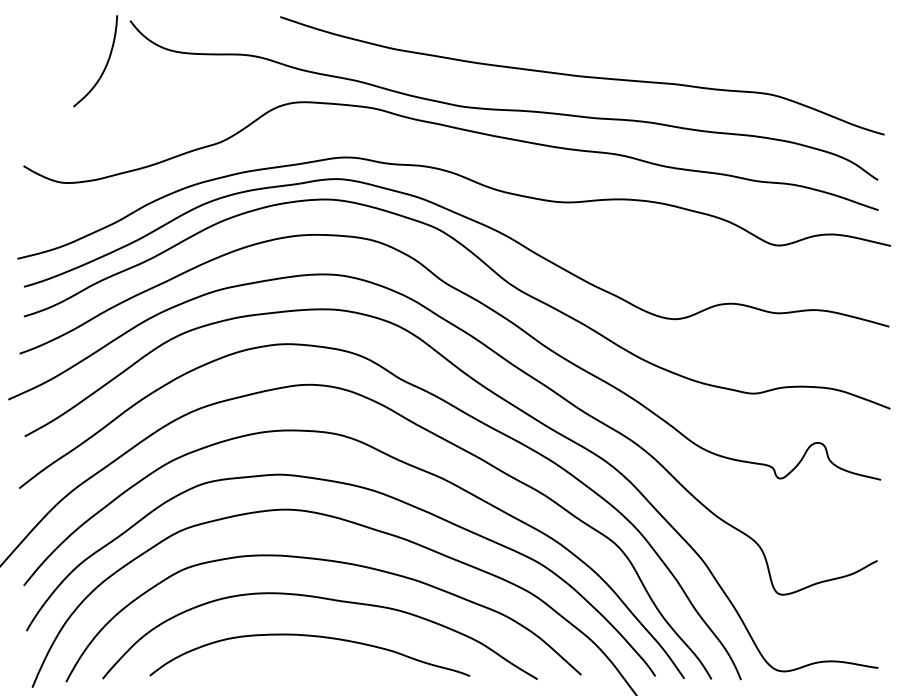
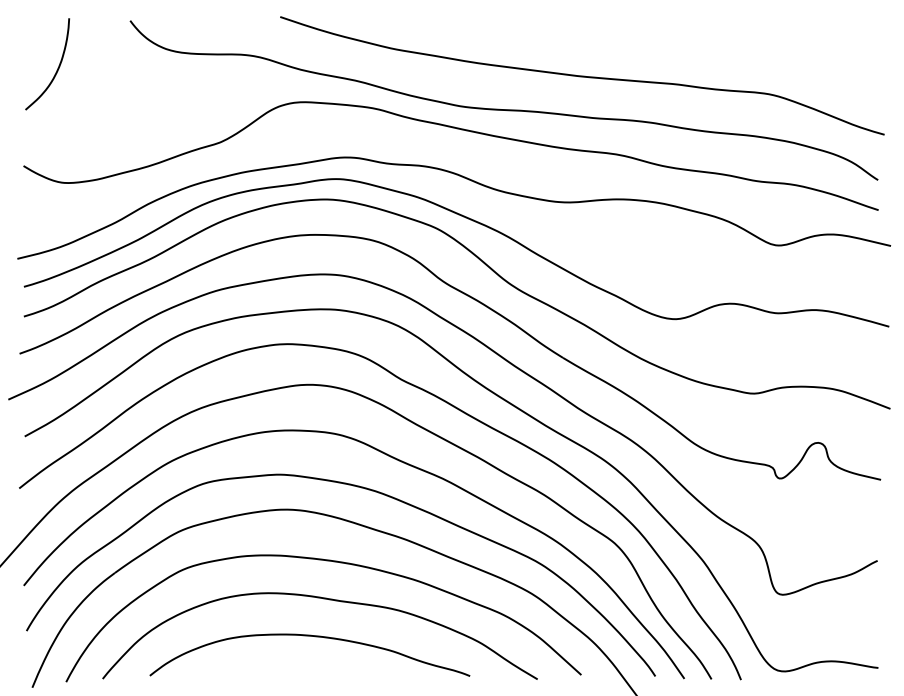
curve at (105, 65) position: (105, 65) -> (57, 68)
